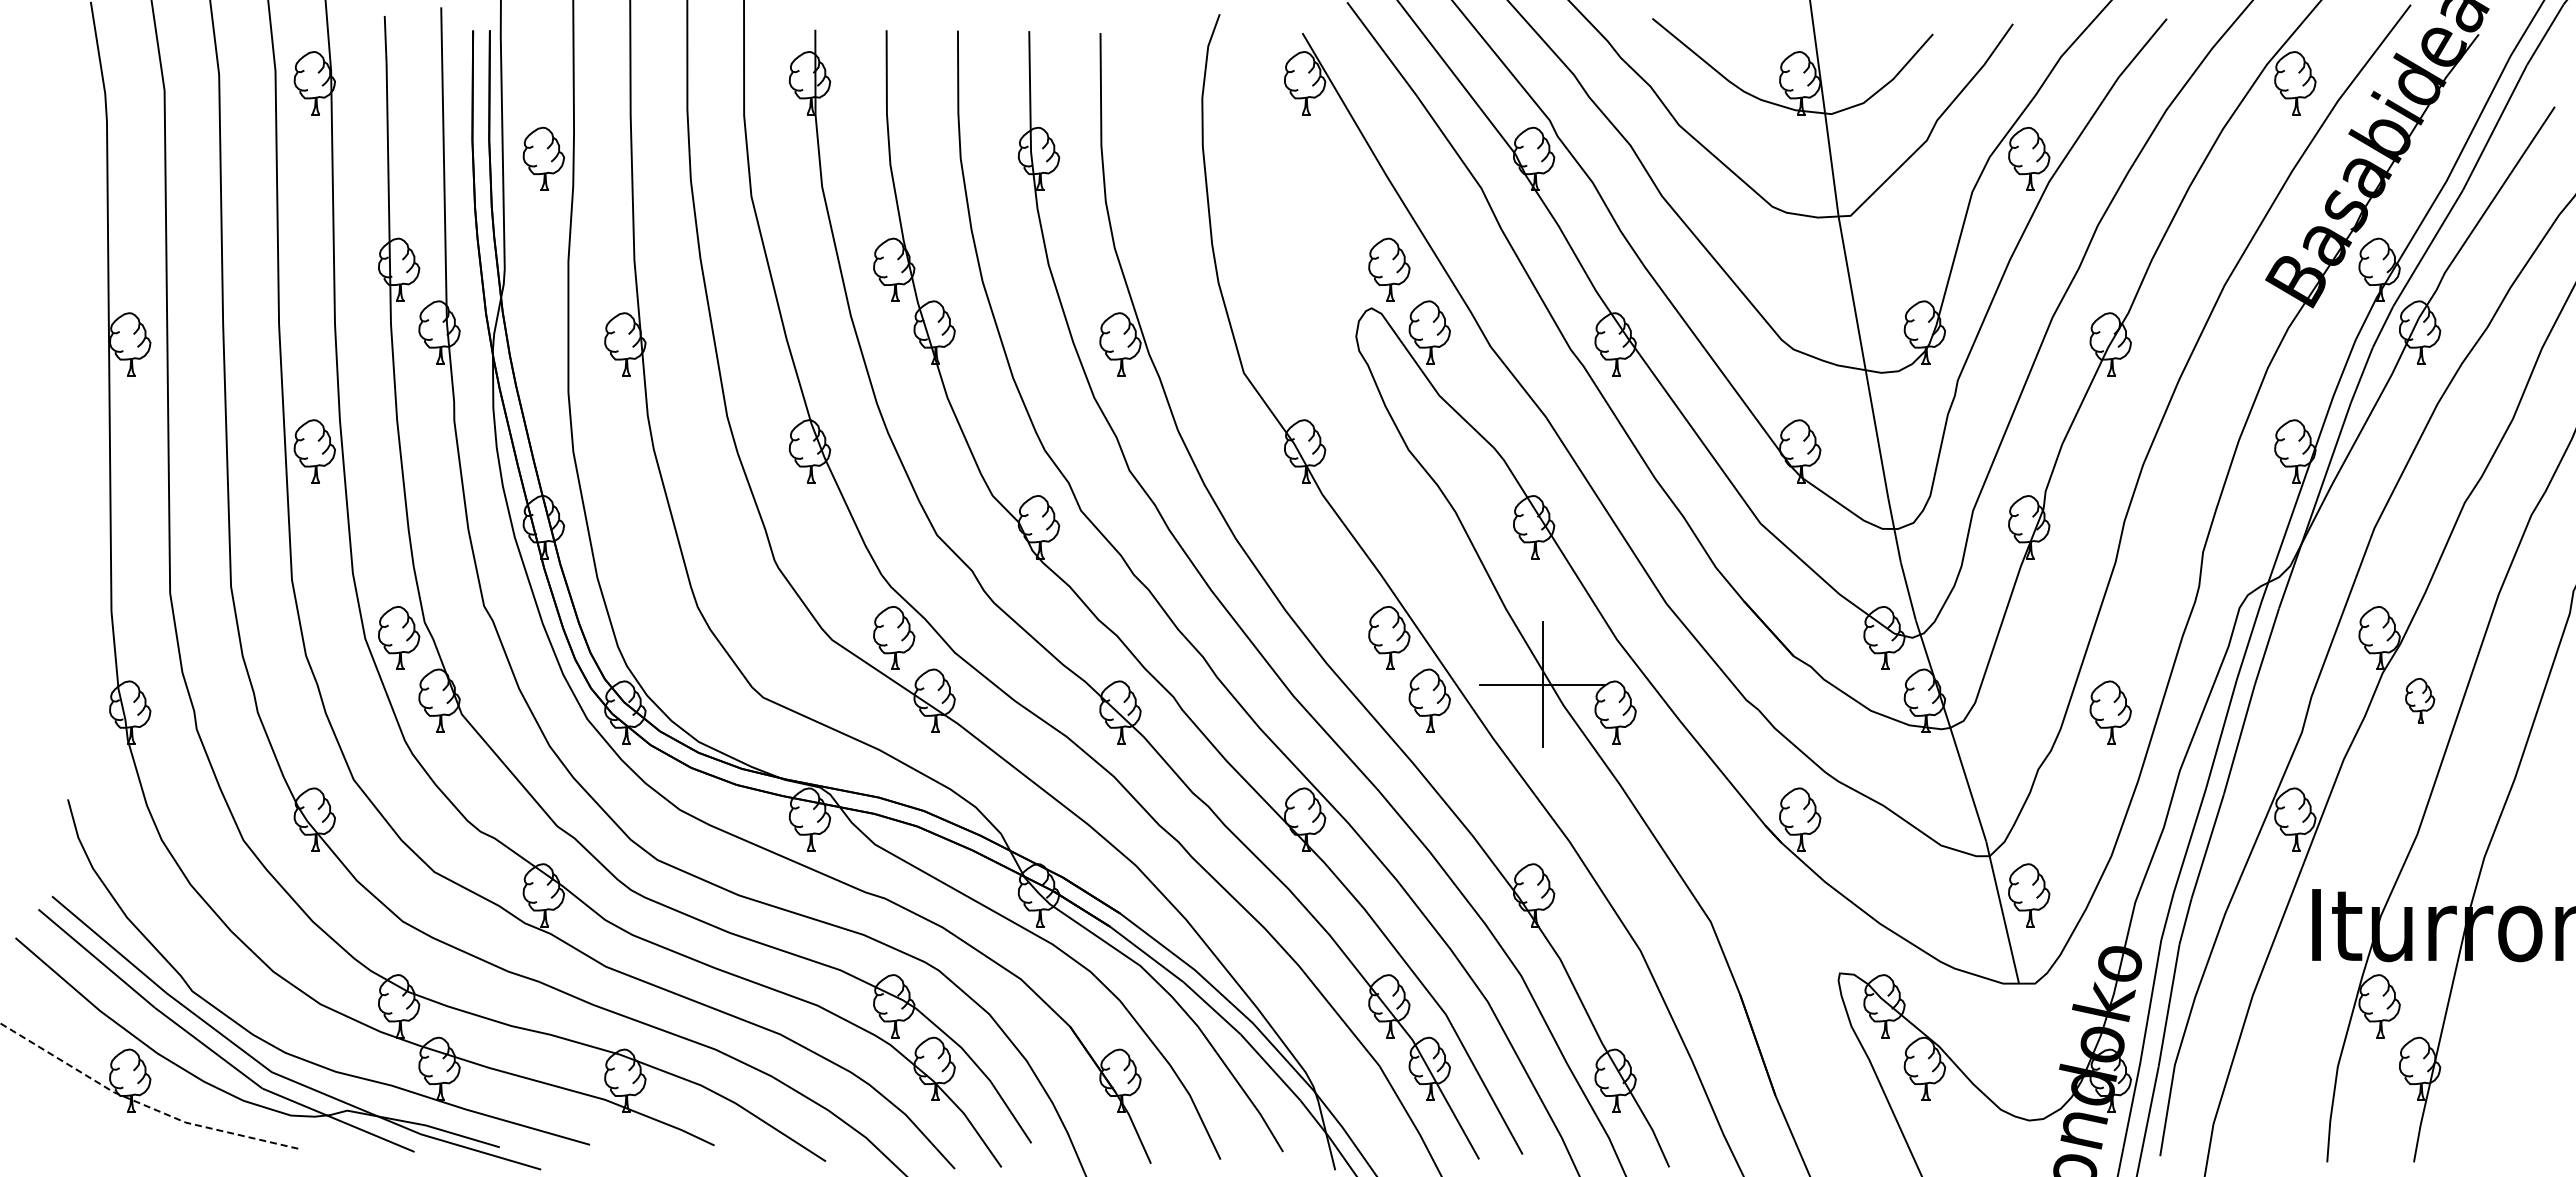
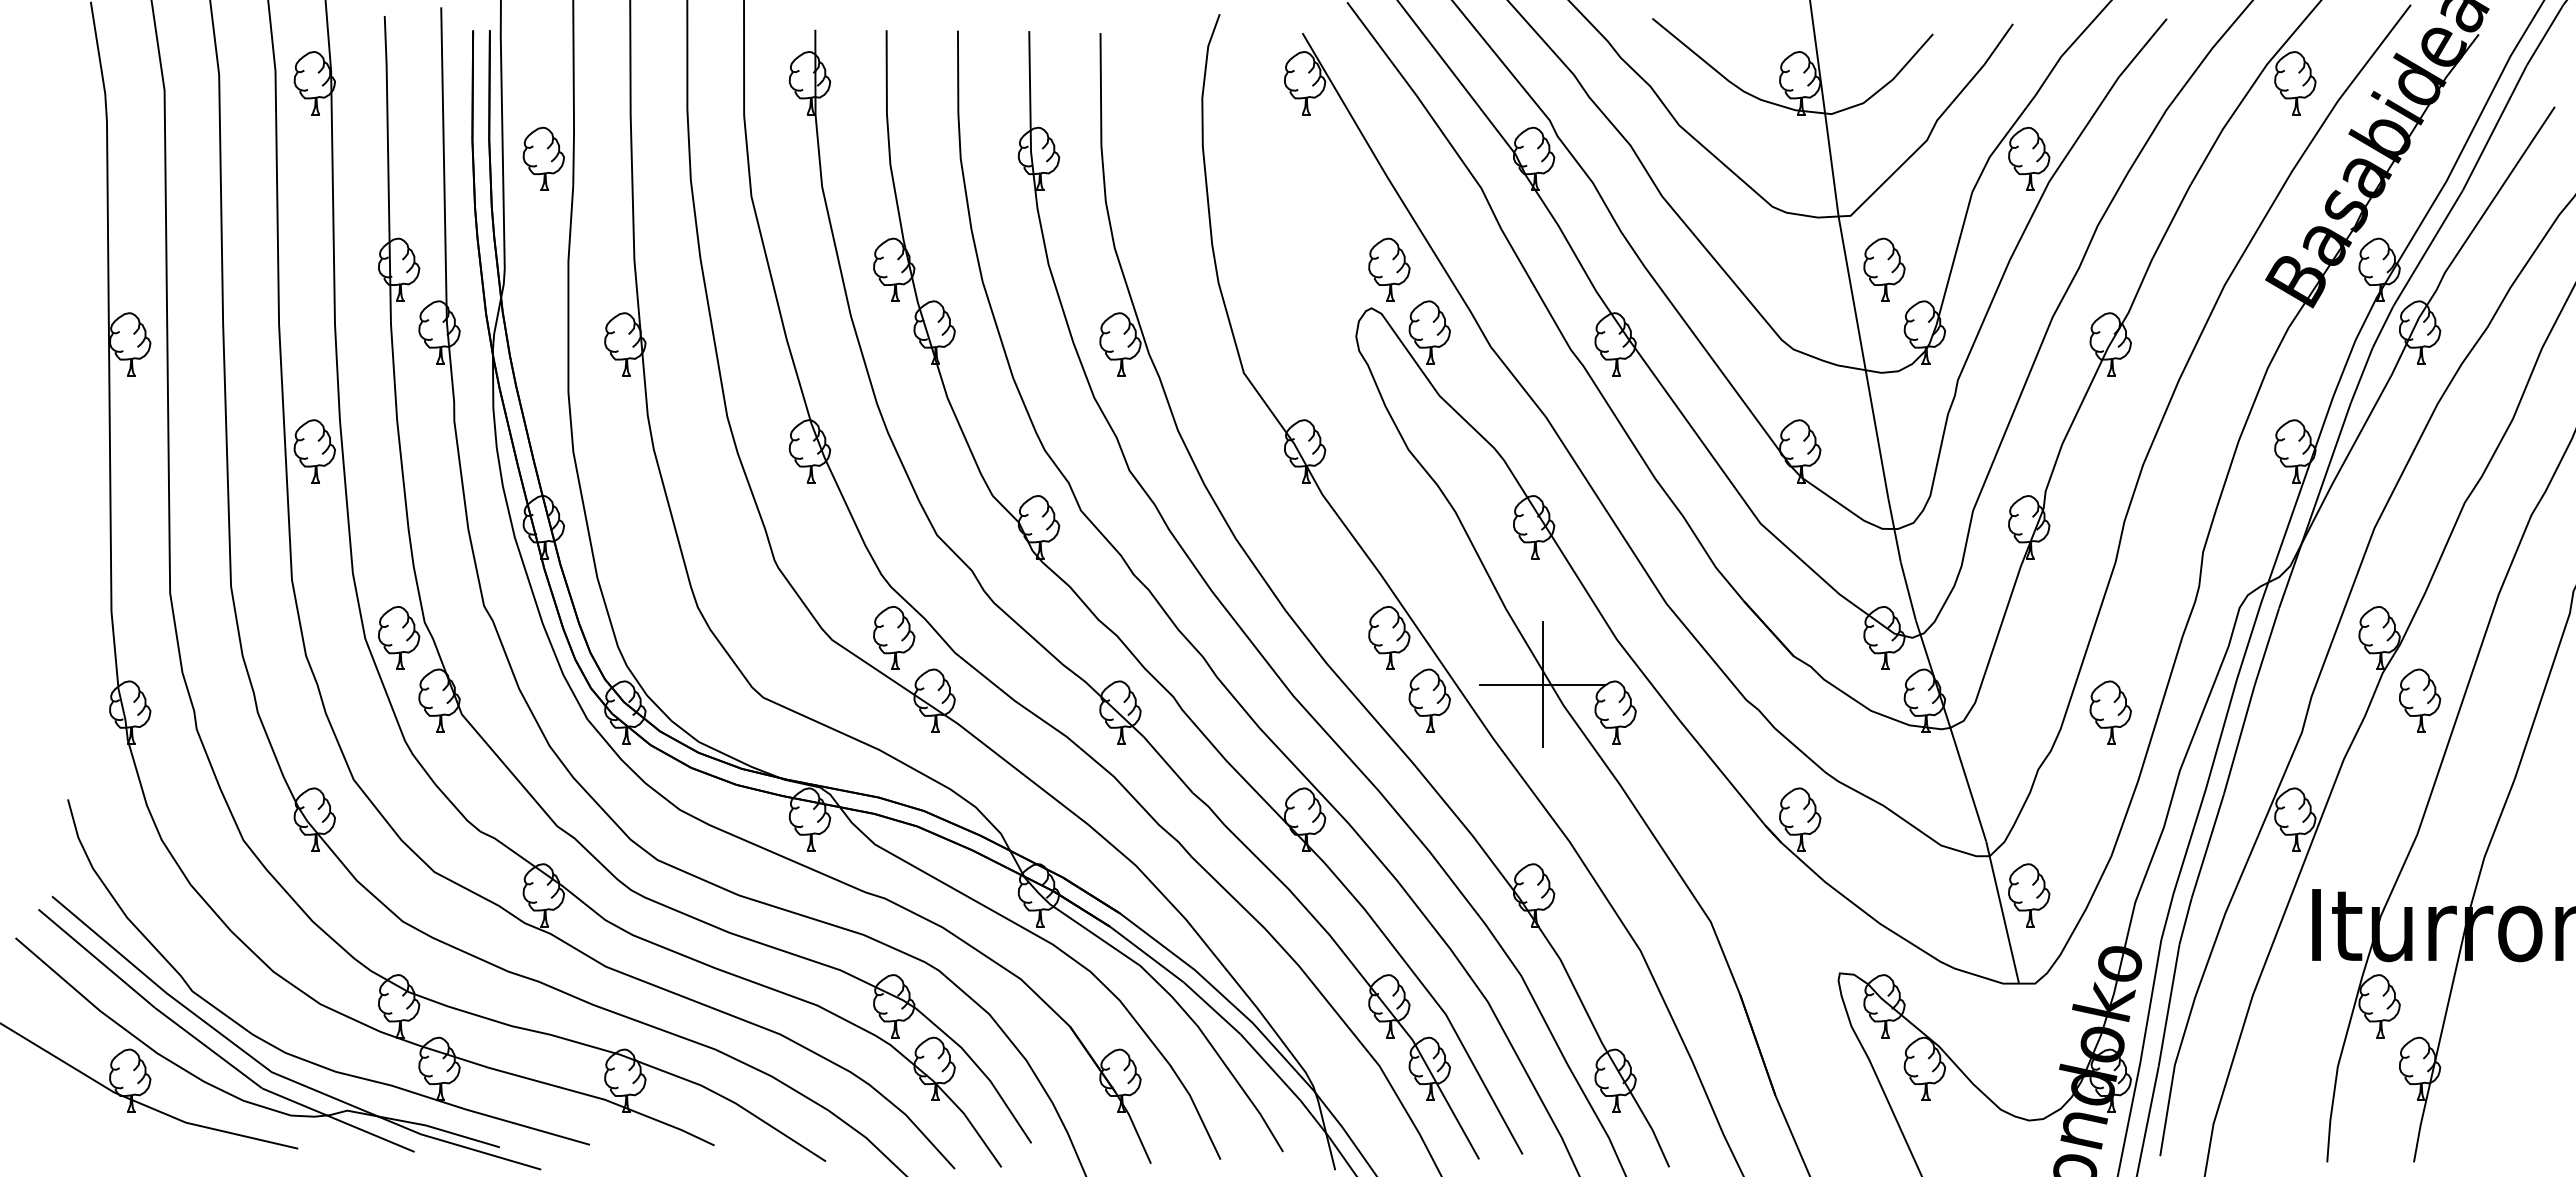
part at (1884, 269): none -> present
part at (2420, 700) size: 31x47 px -> 43x65 px
line at (141, 1104): dashed -> solid
